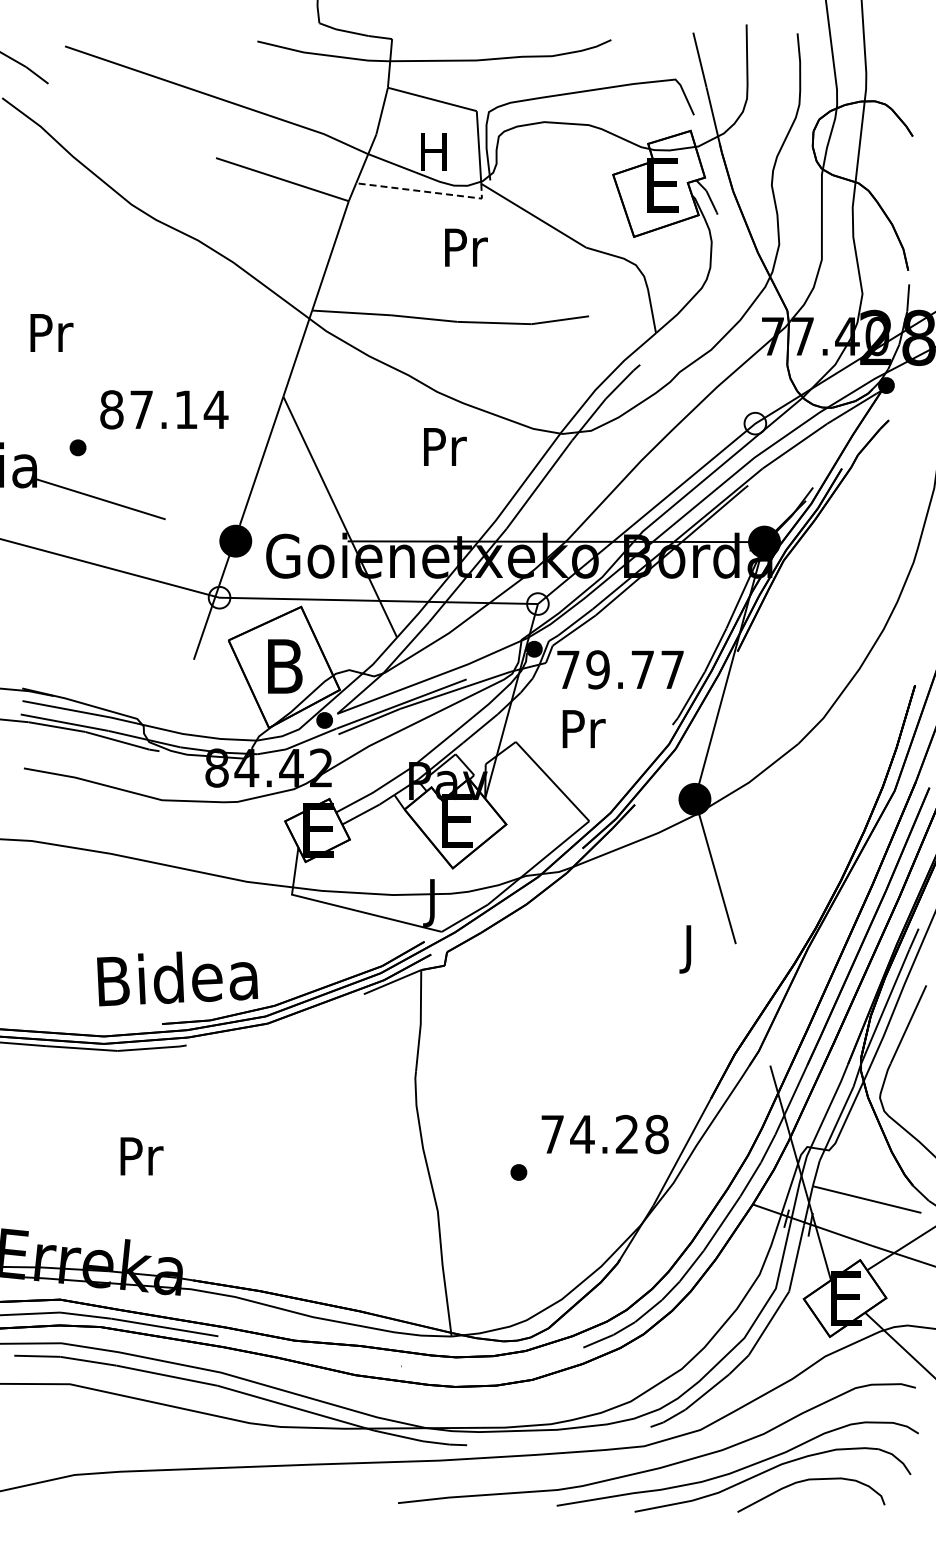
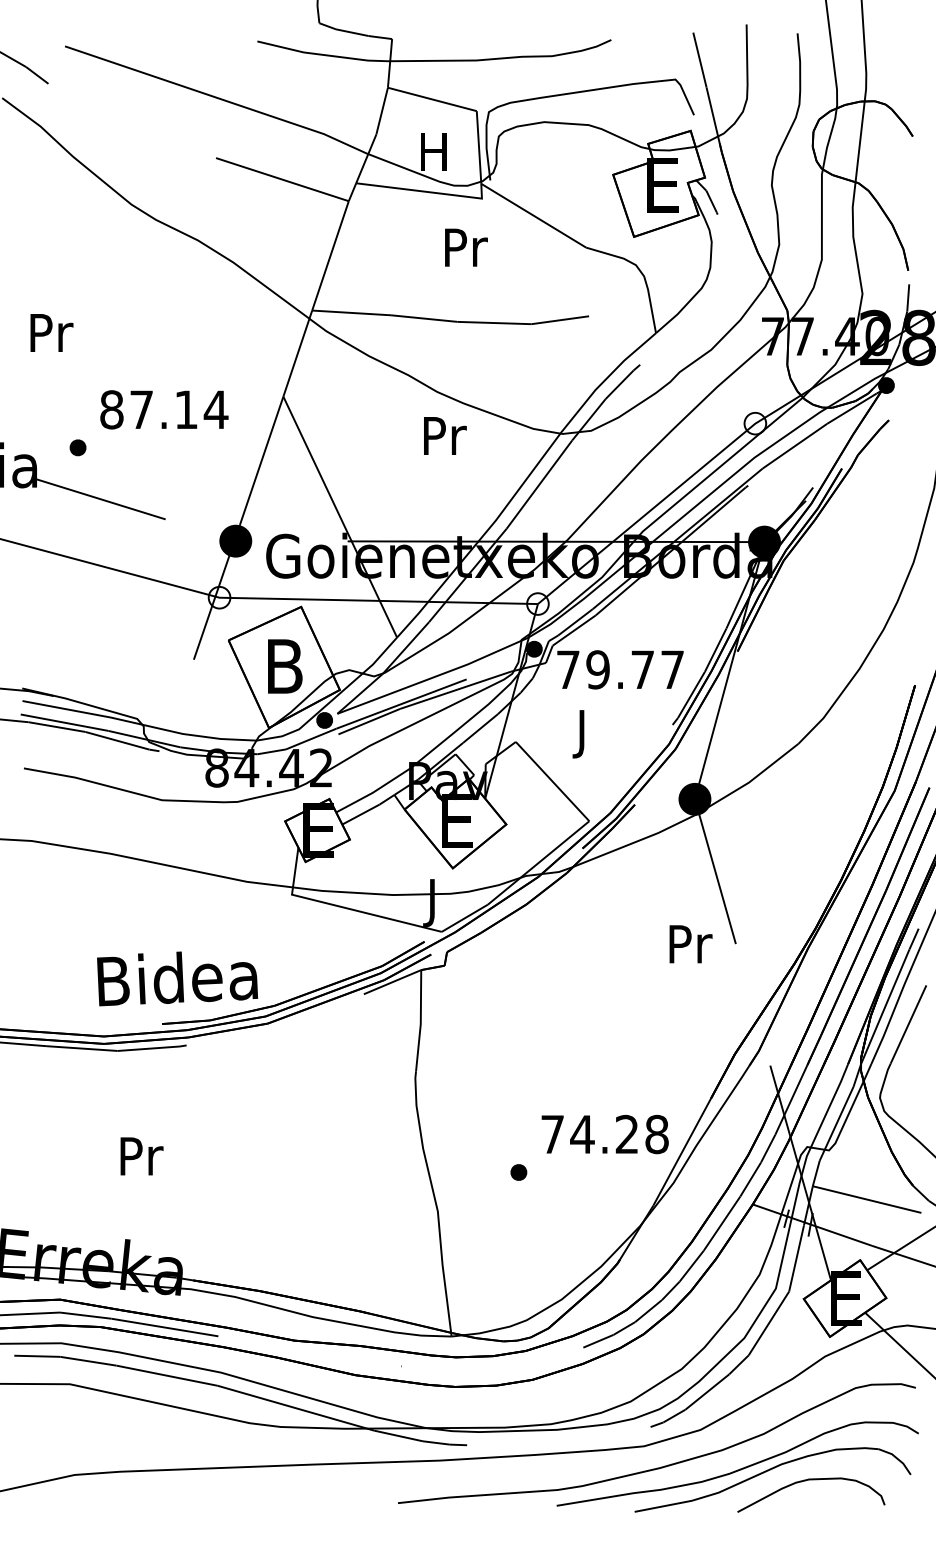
line at (426, 191): dashed -> solid
text at (445, 446) position: (445, 446) -> (445, 435)
text at (583, 734): Pr -> J
text at (690, 949): J -> Pr
